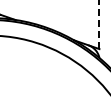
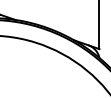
line at (99, 24): dashed -> solid
